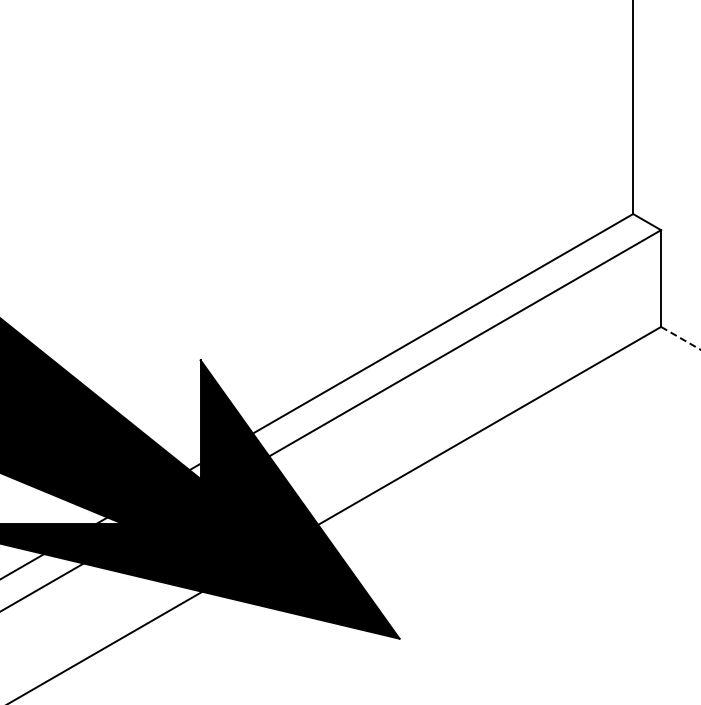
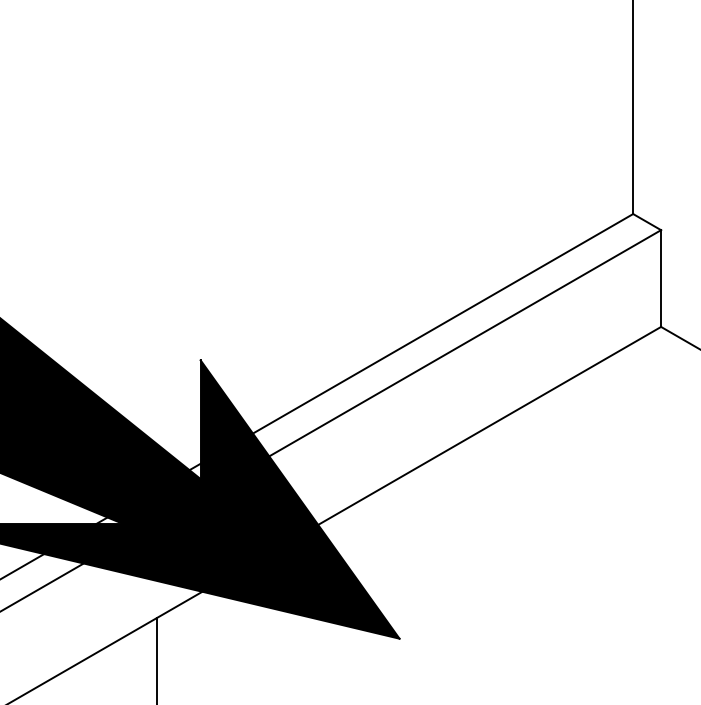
line at (680, 338): dashed -> solid
line at (157, 659): none -> present
